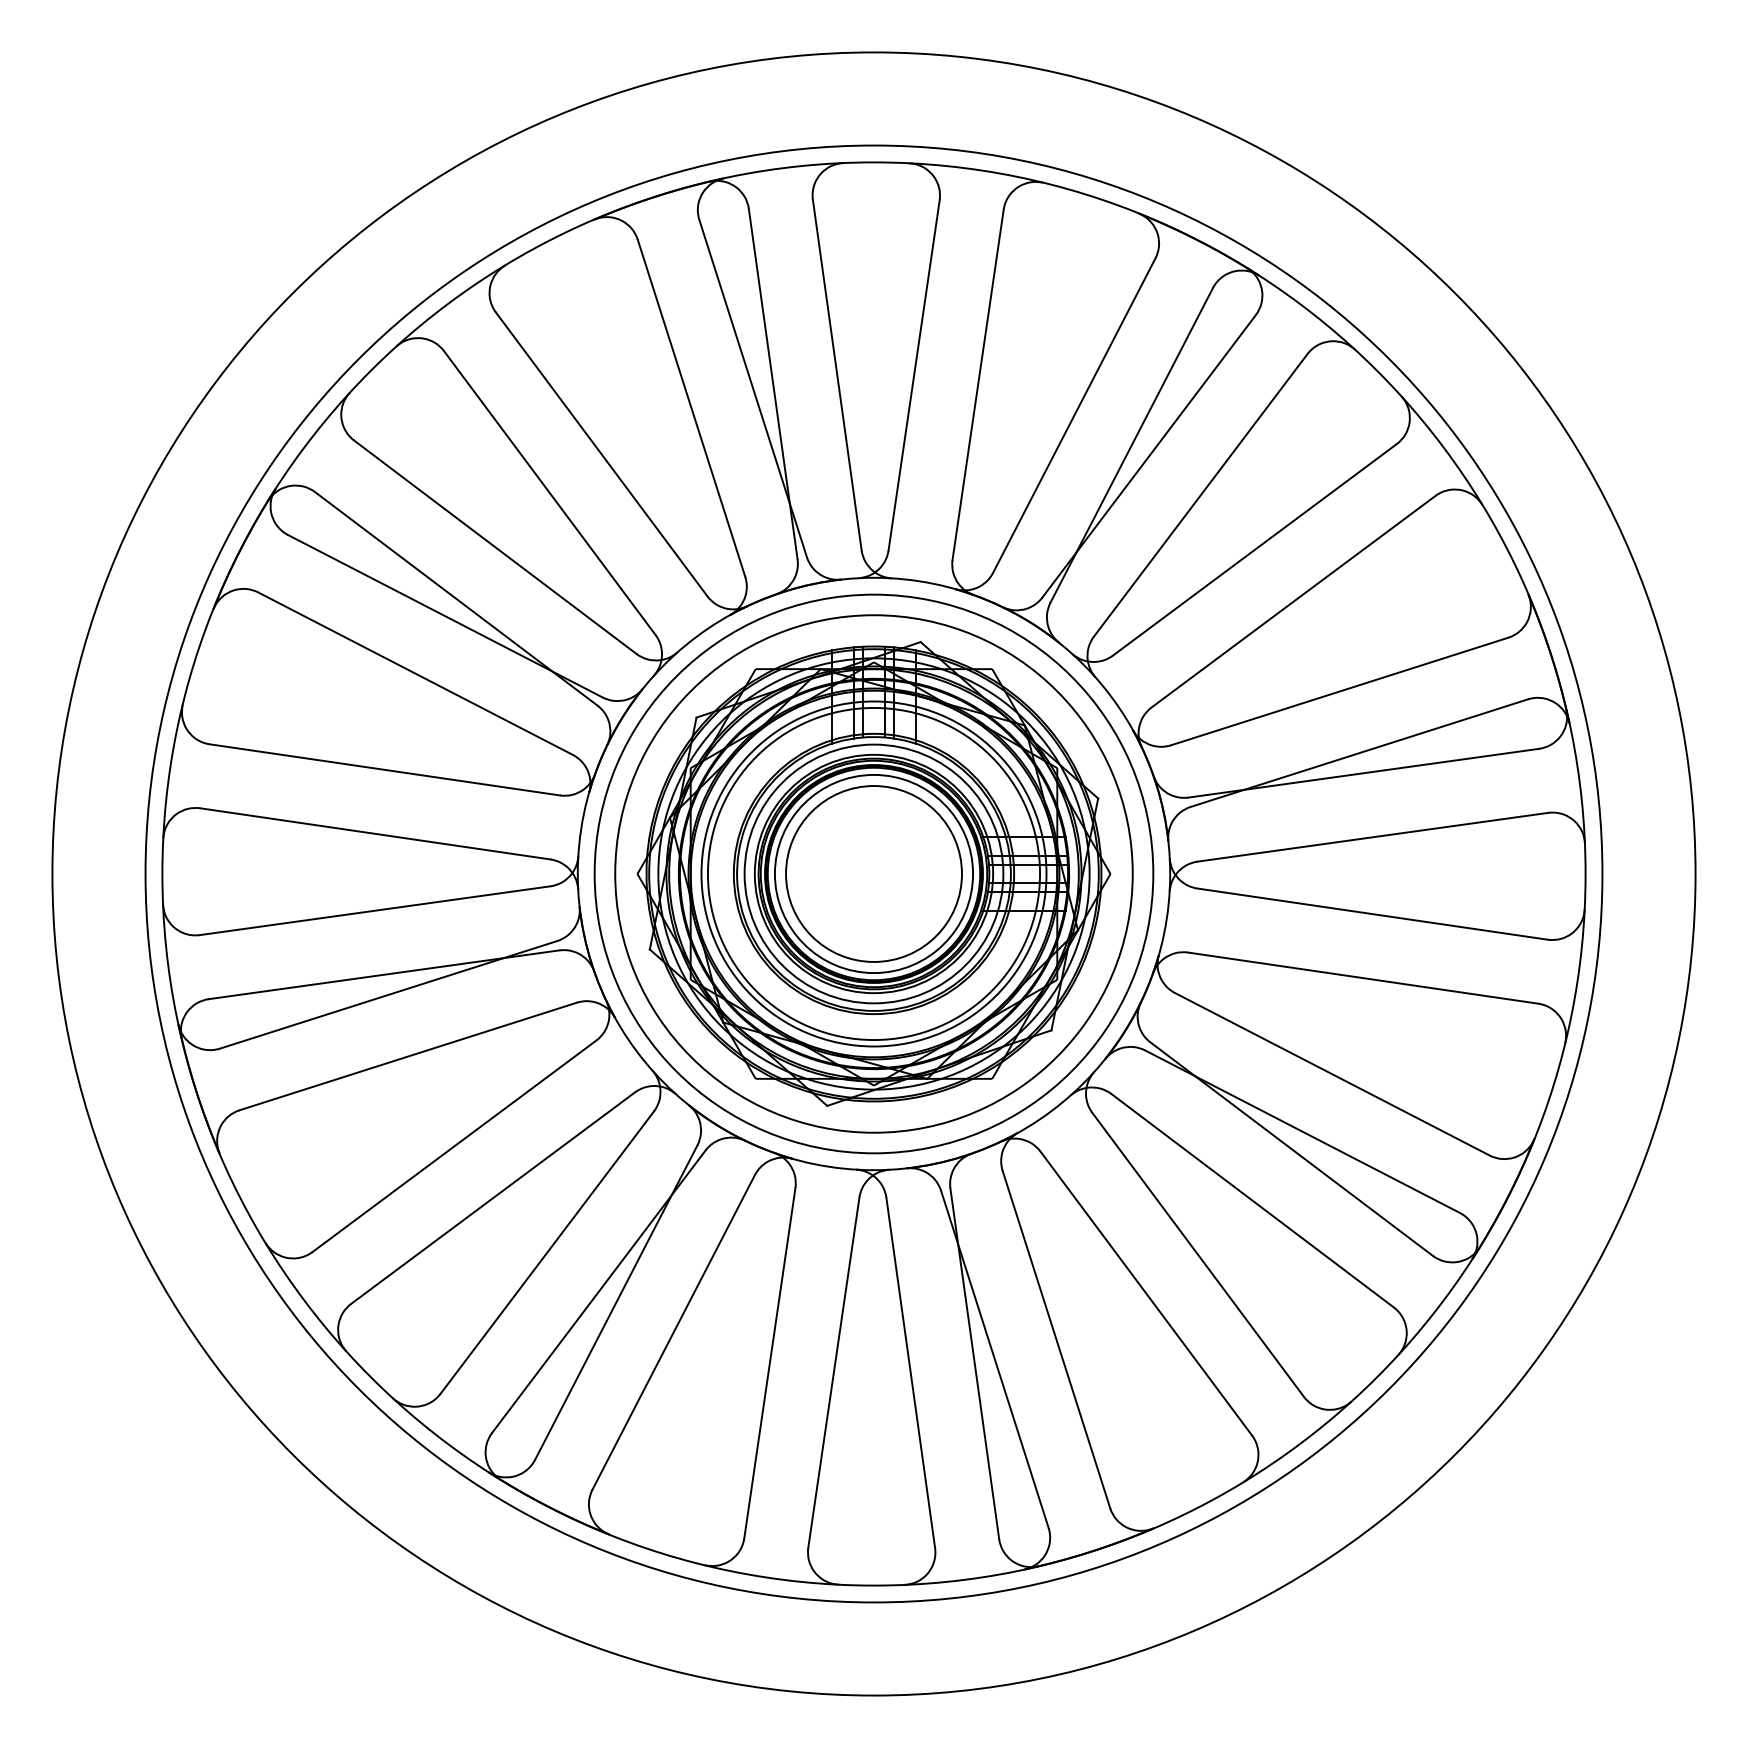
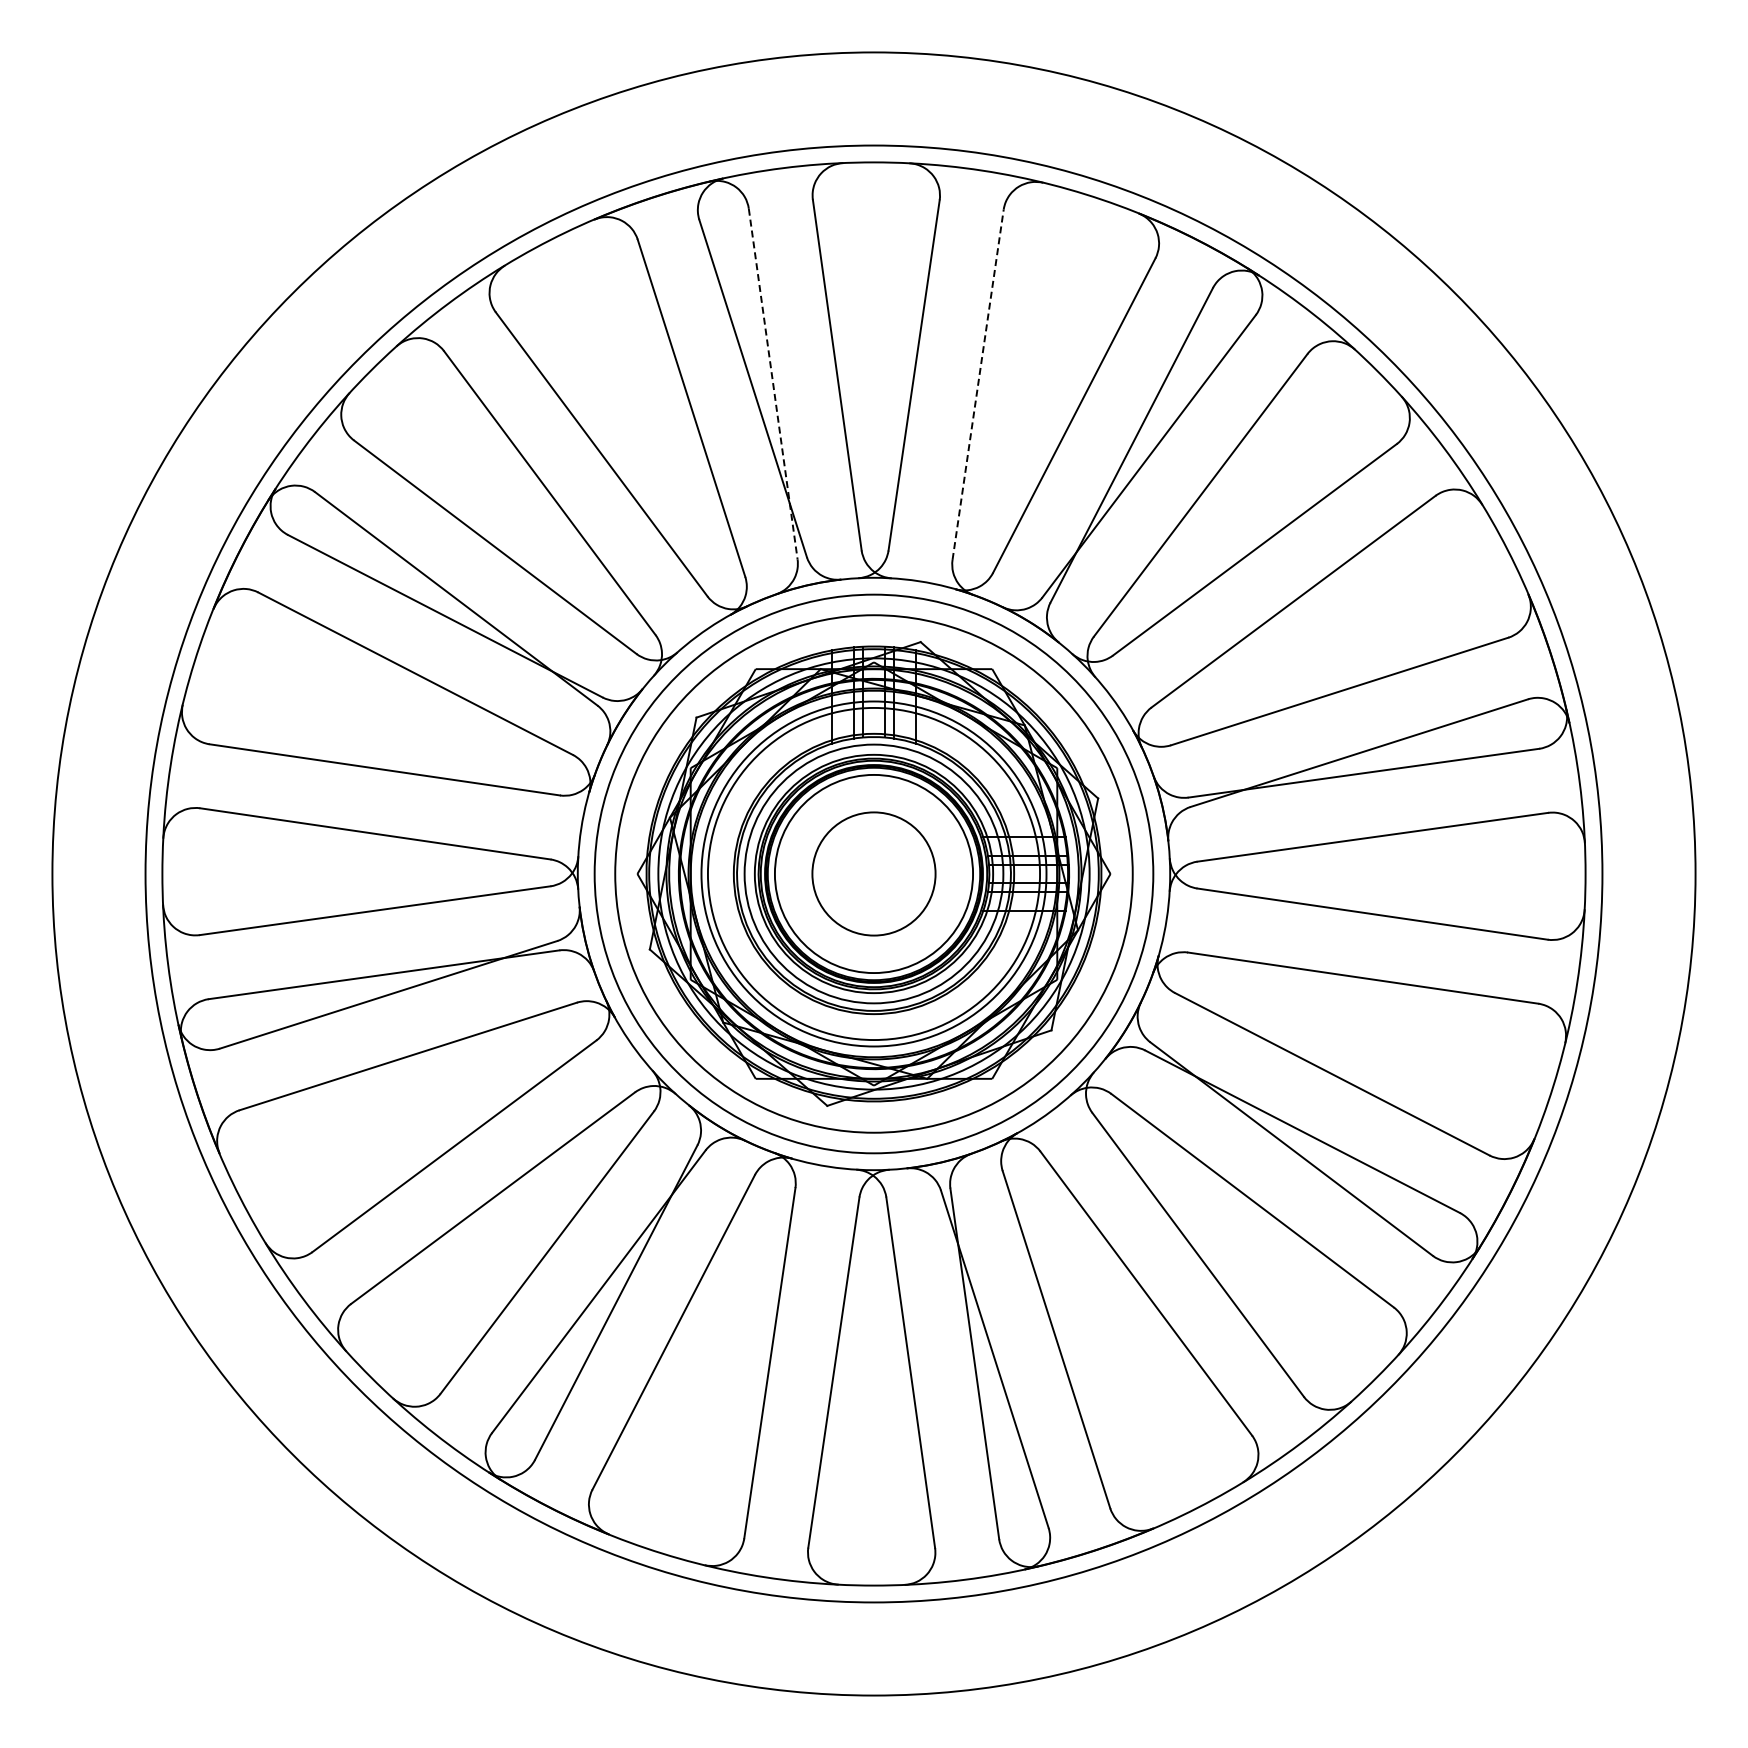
line at (773, 384): solid -> dashed
line at (978, 384): solid -> dashed
circle at (873, 873) diameter: 176 px -> 123 px
